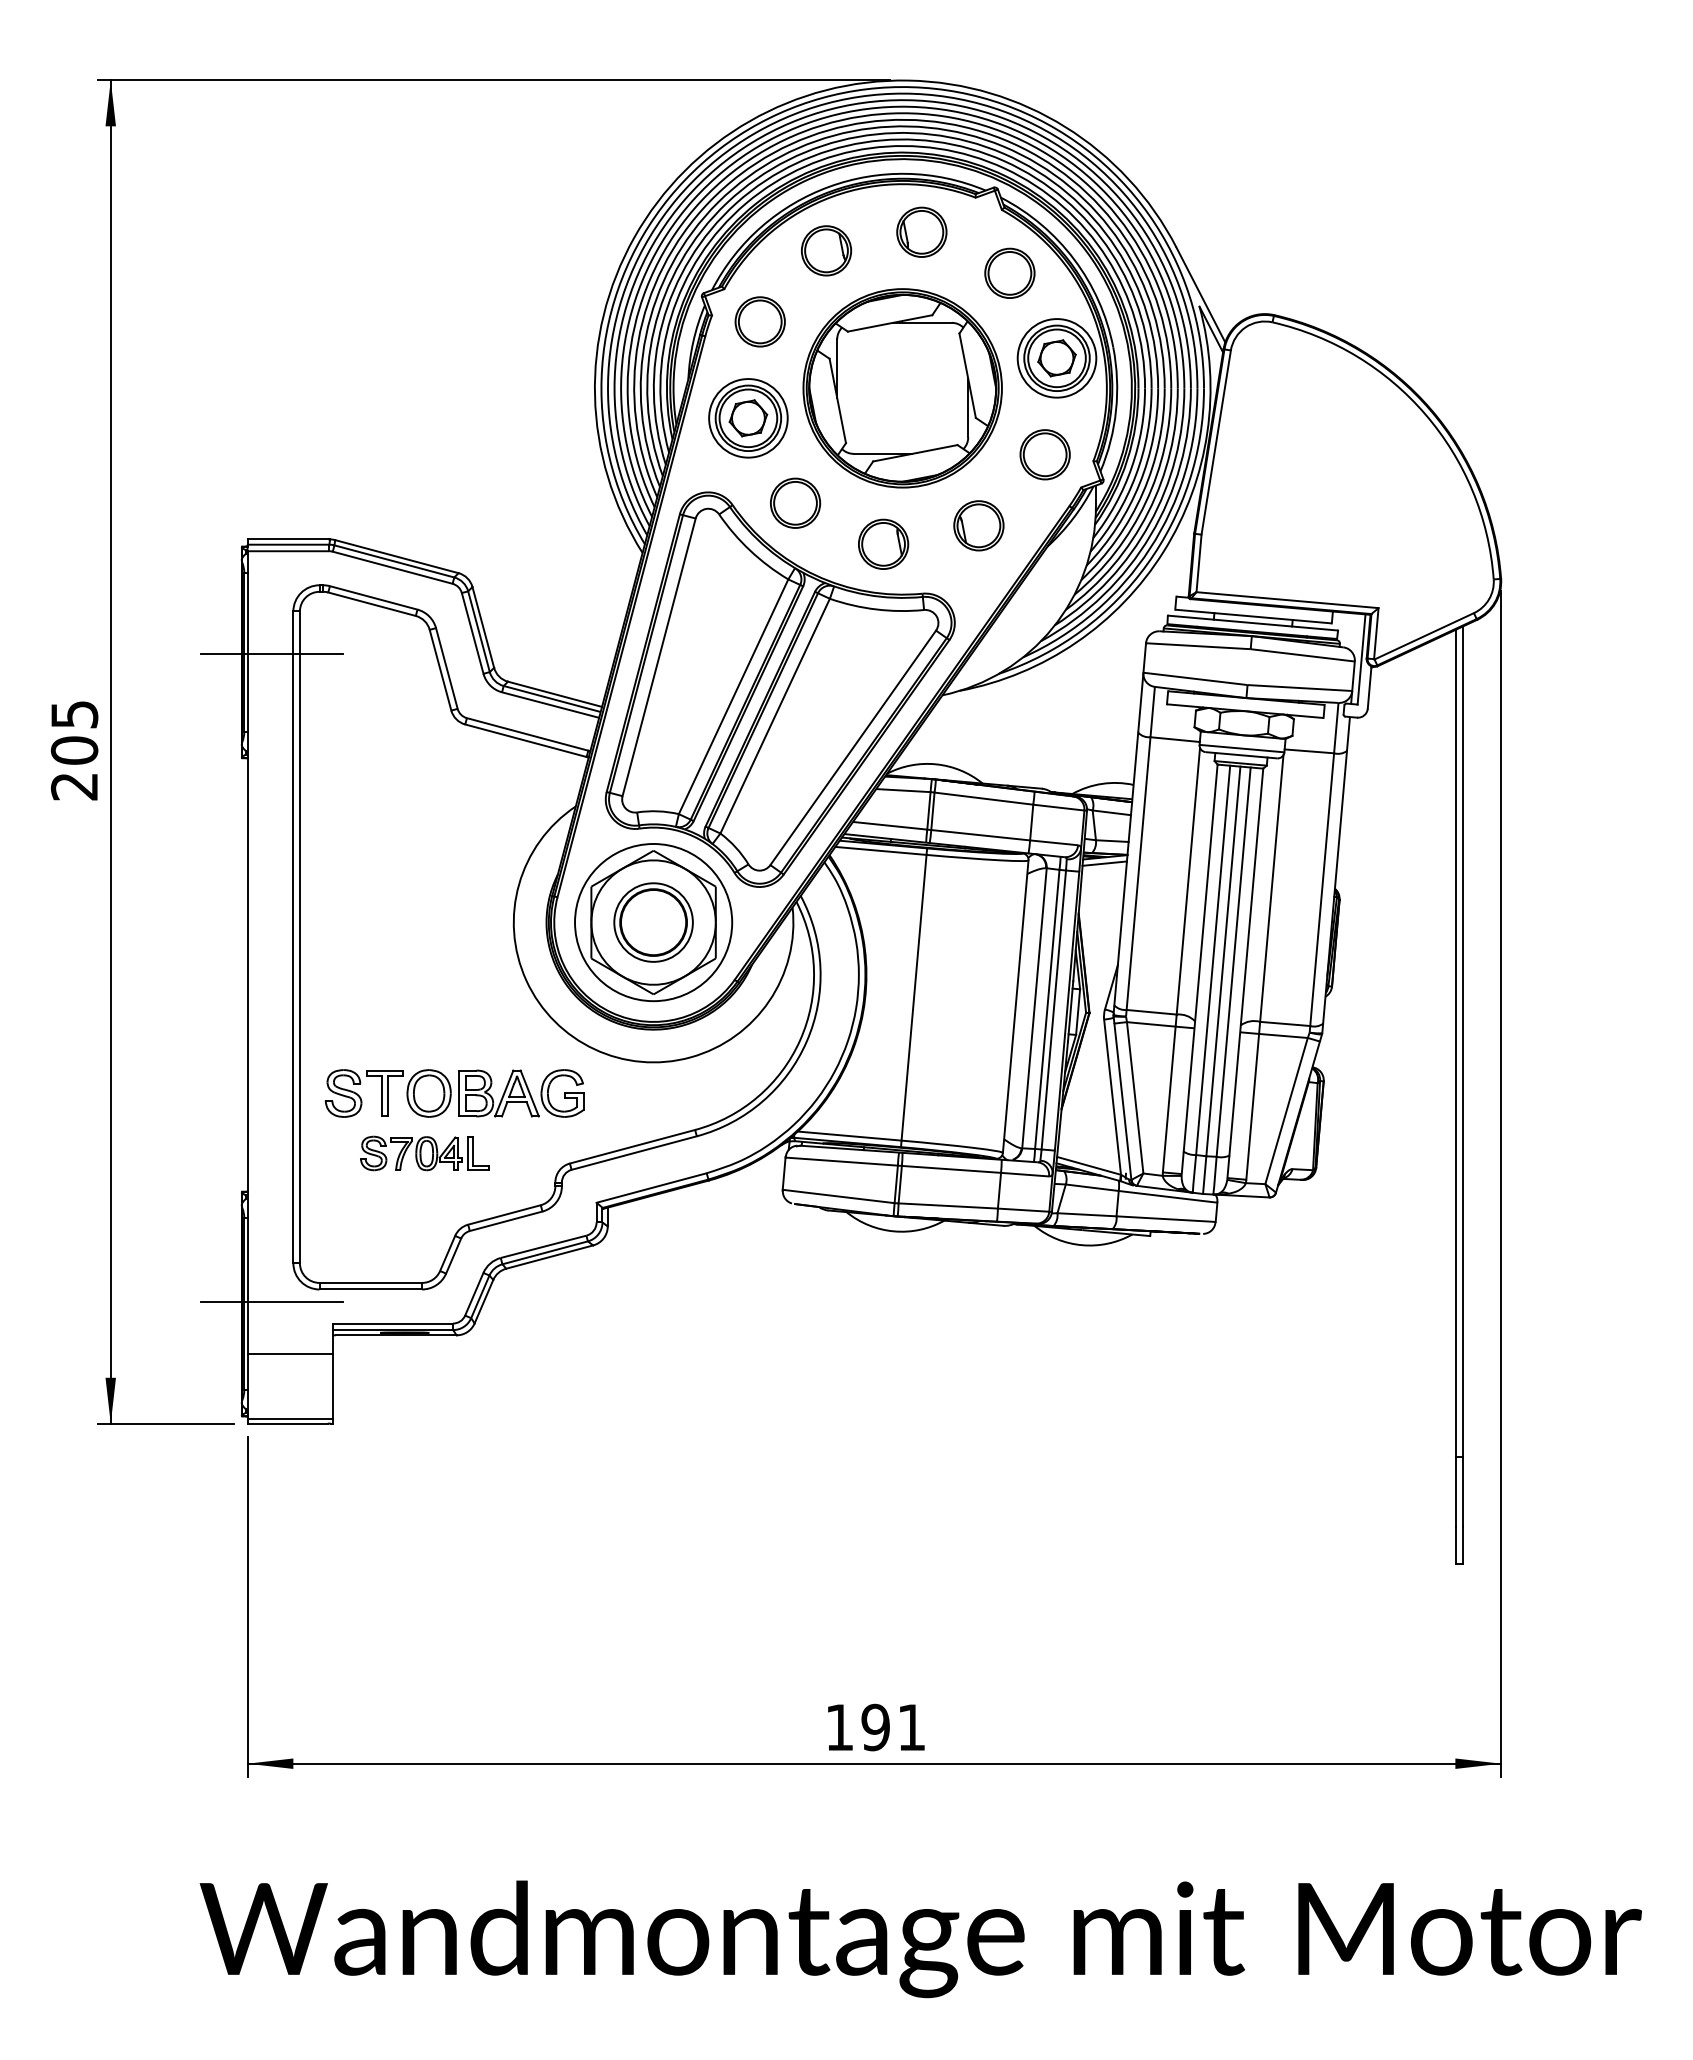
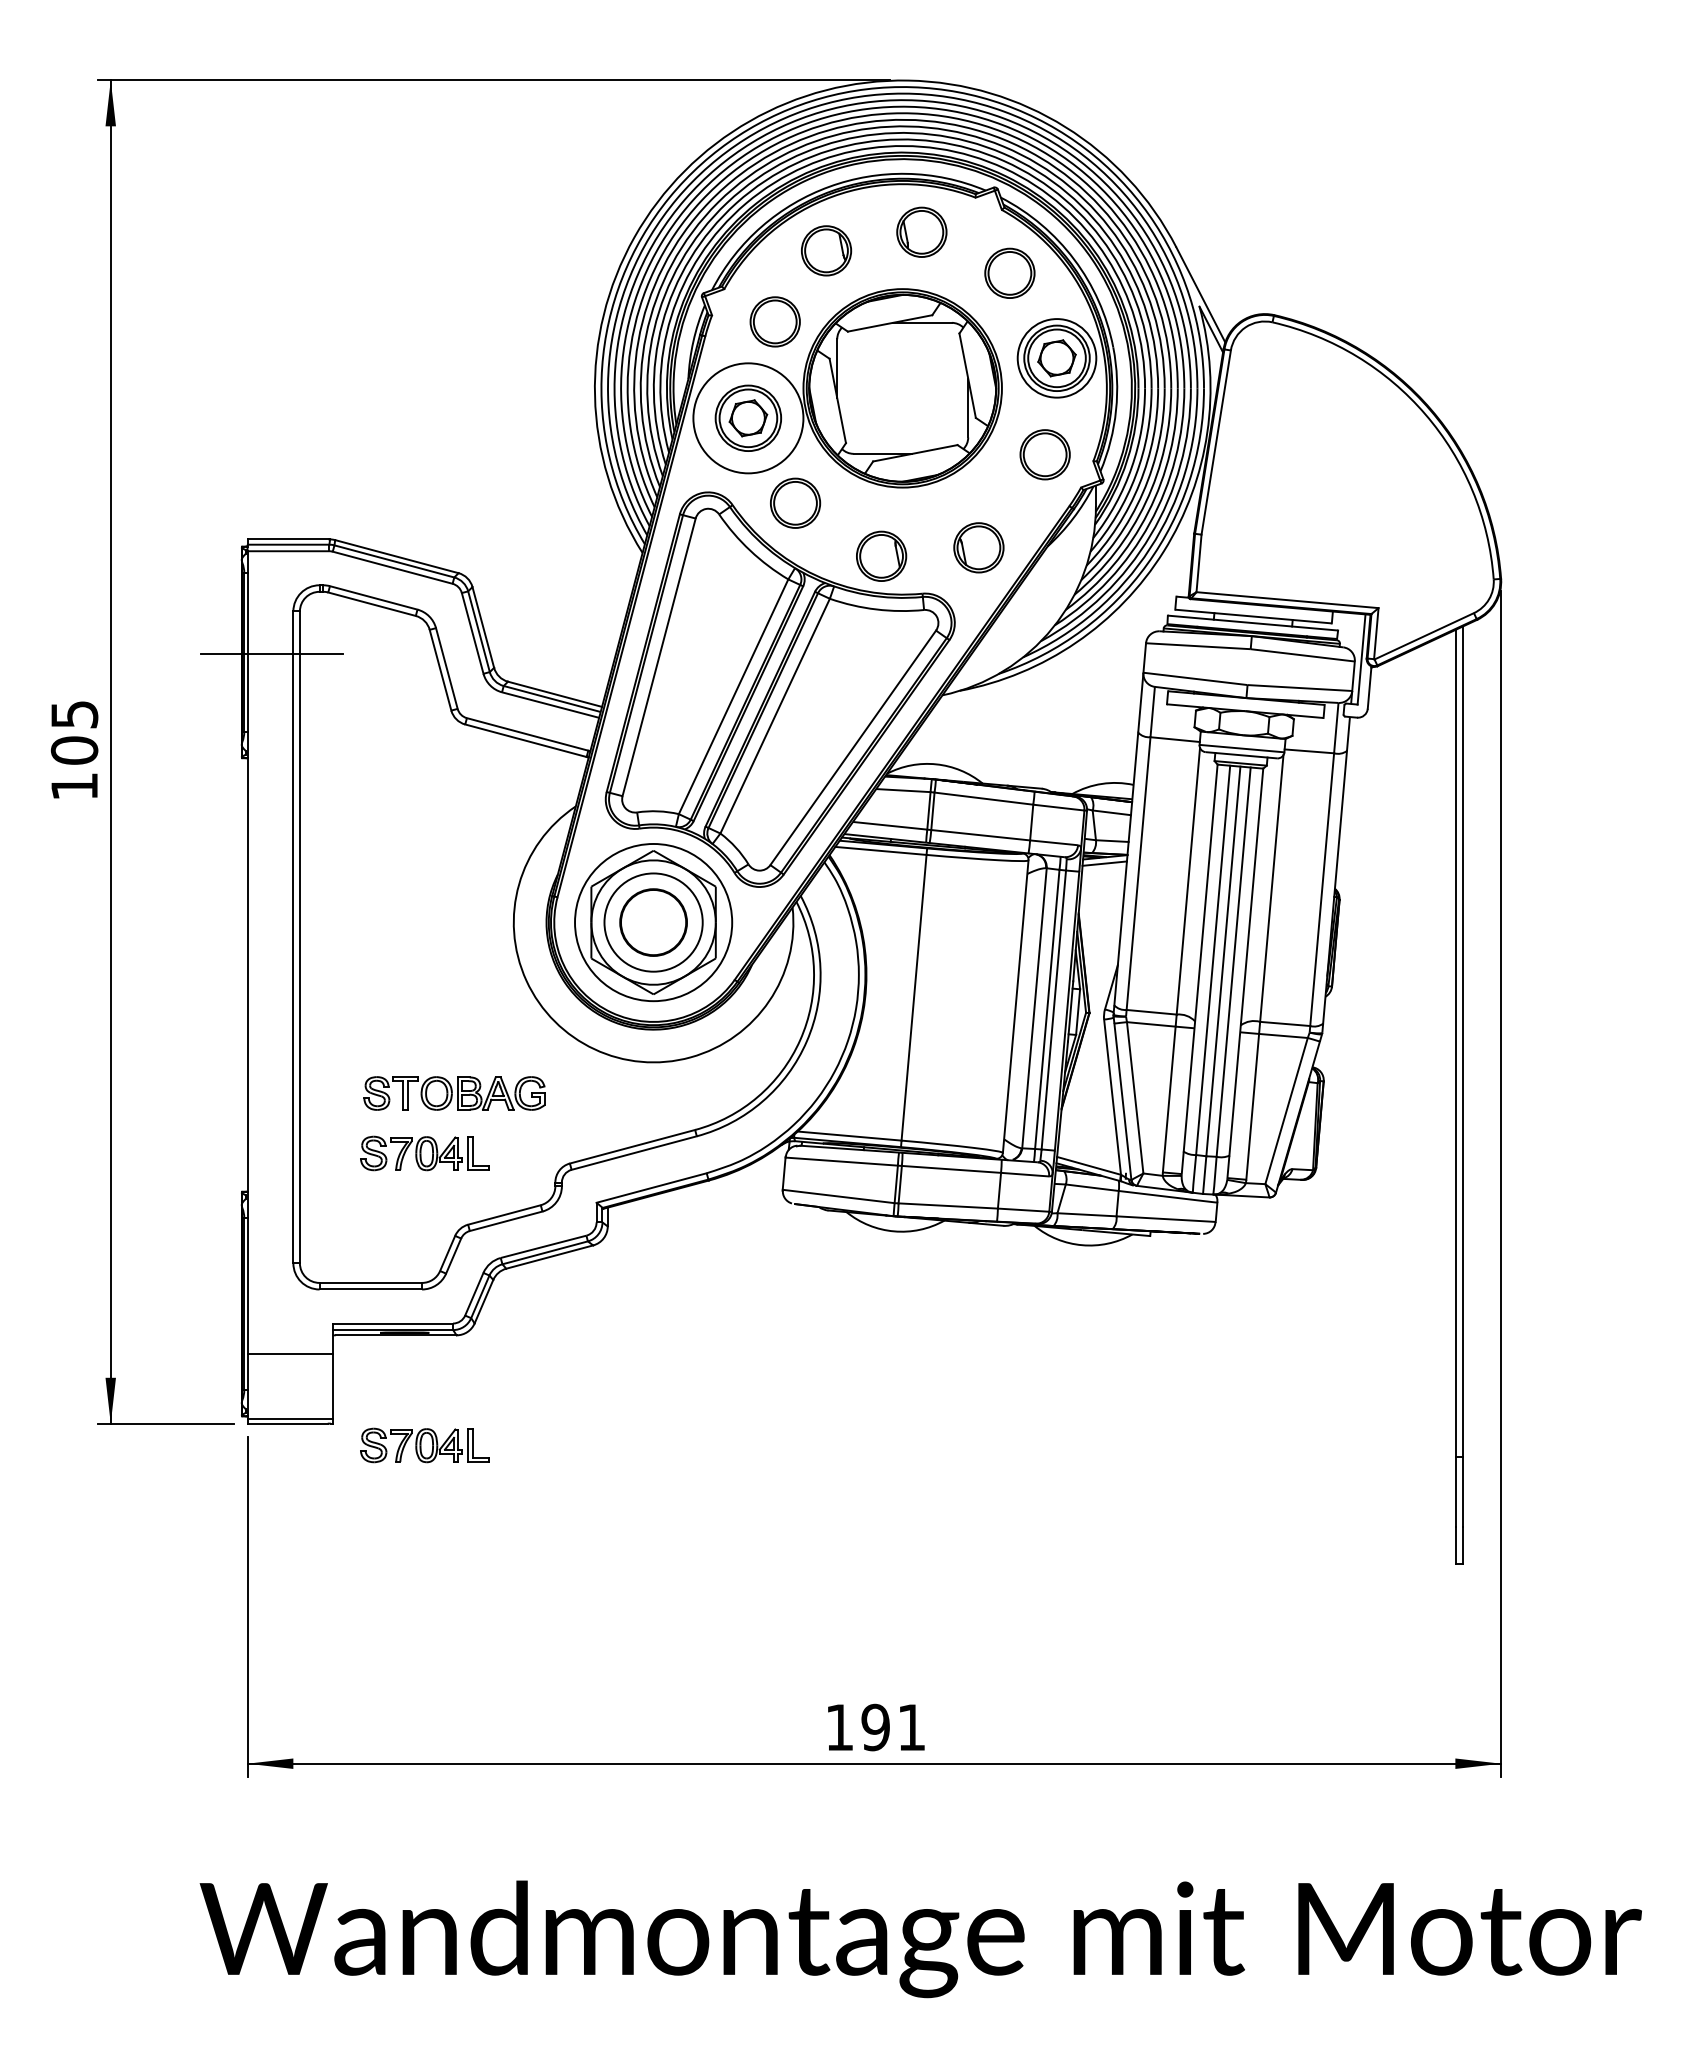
part at (759, 321) position: (759, 321) -> (774, 321)
circle at (748, 418) diameter: 79 px -> 110 px
part at (978, 525) position: (978, 525) -> (978, 547)
part at (883, 543) position: (883, 543) -> (881, 555)
text at (73, 786): 205 -> 105
circle at (653, 922) diameter: 79 px -> 98 px
part at (454, 1093) size: 261x49 px -> 183x35 px
line at (271, 1302): present -> none
part at (424, 1445): none -> present
